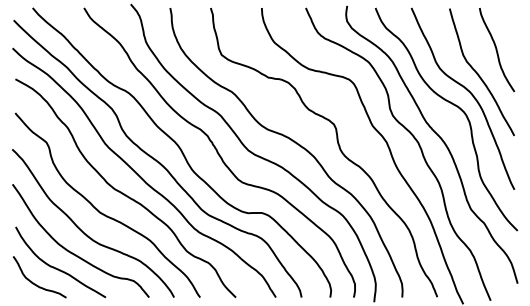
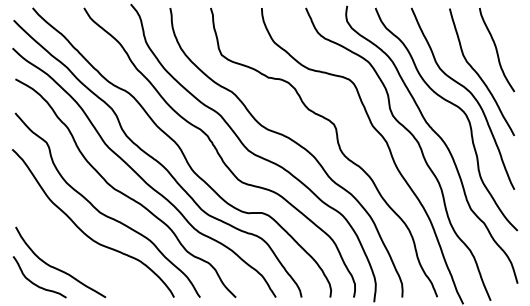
curve at (71, 251): present -> none
